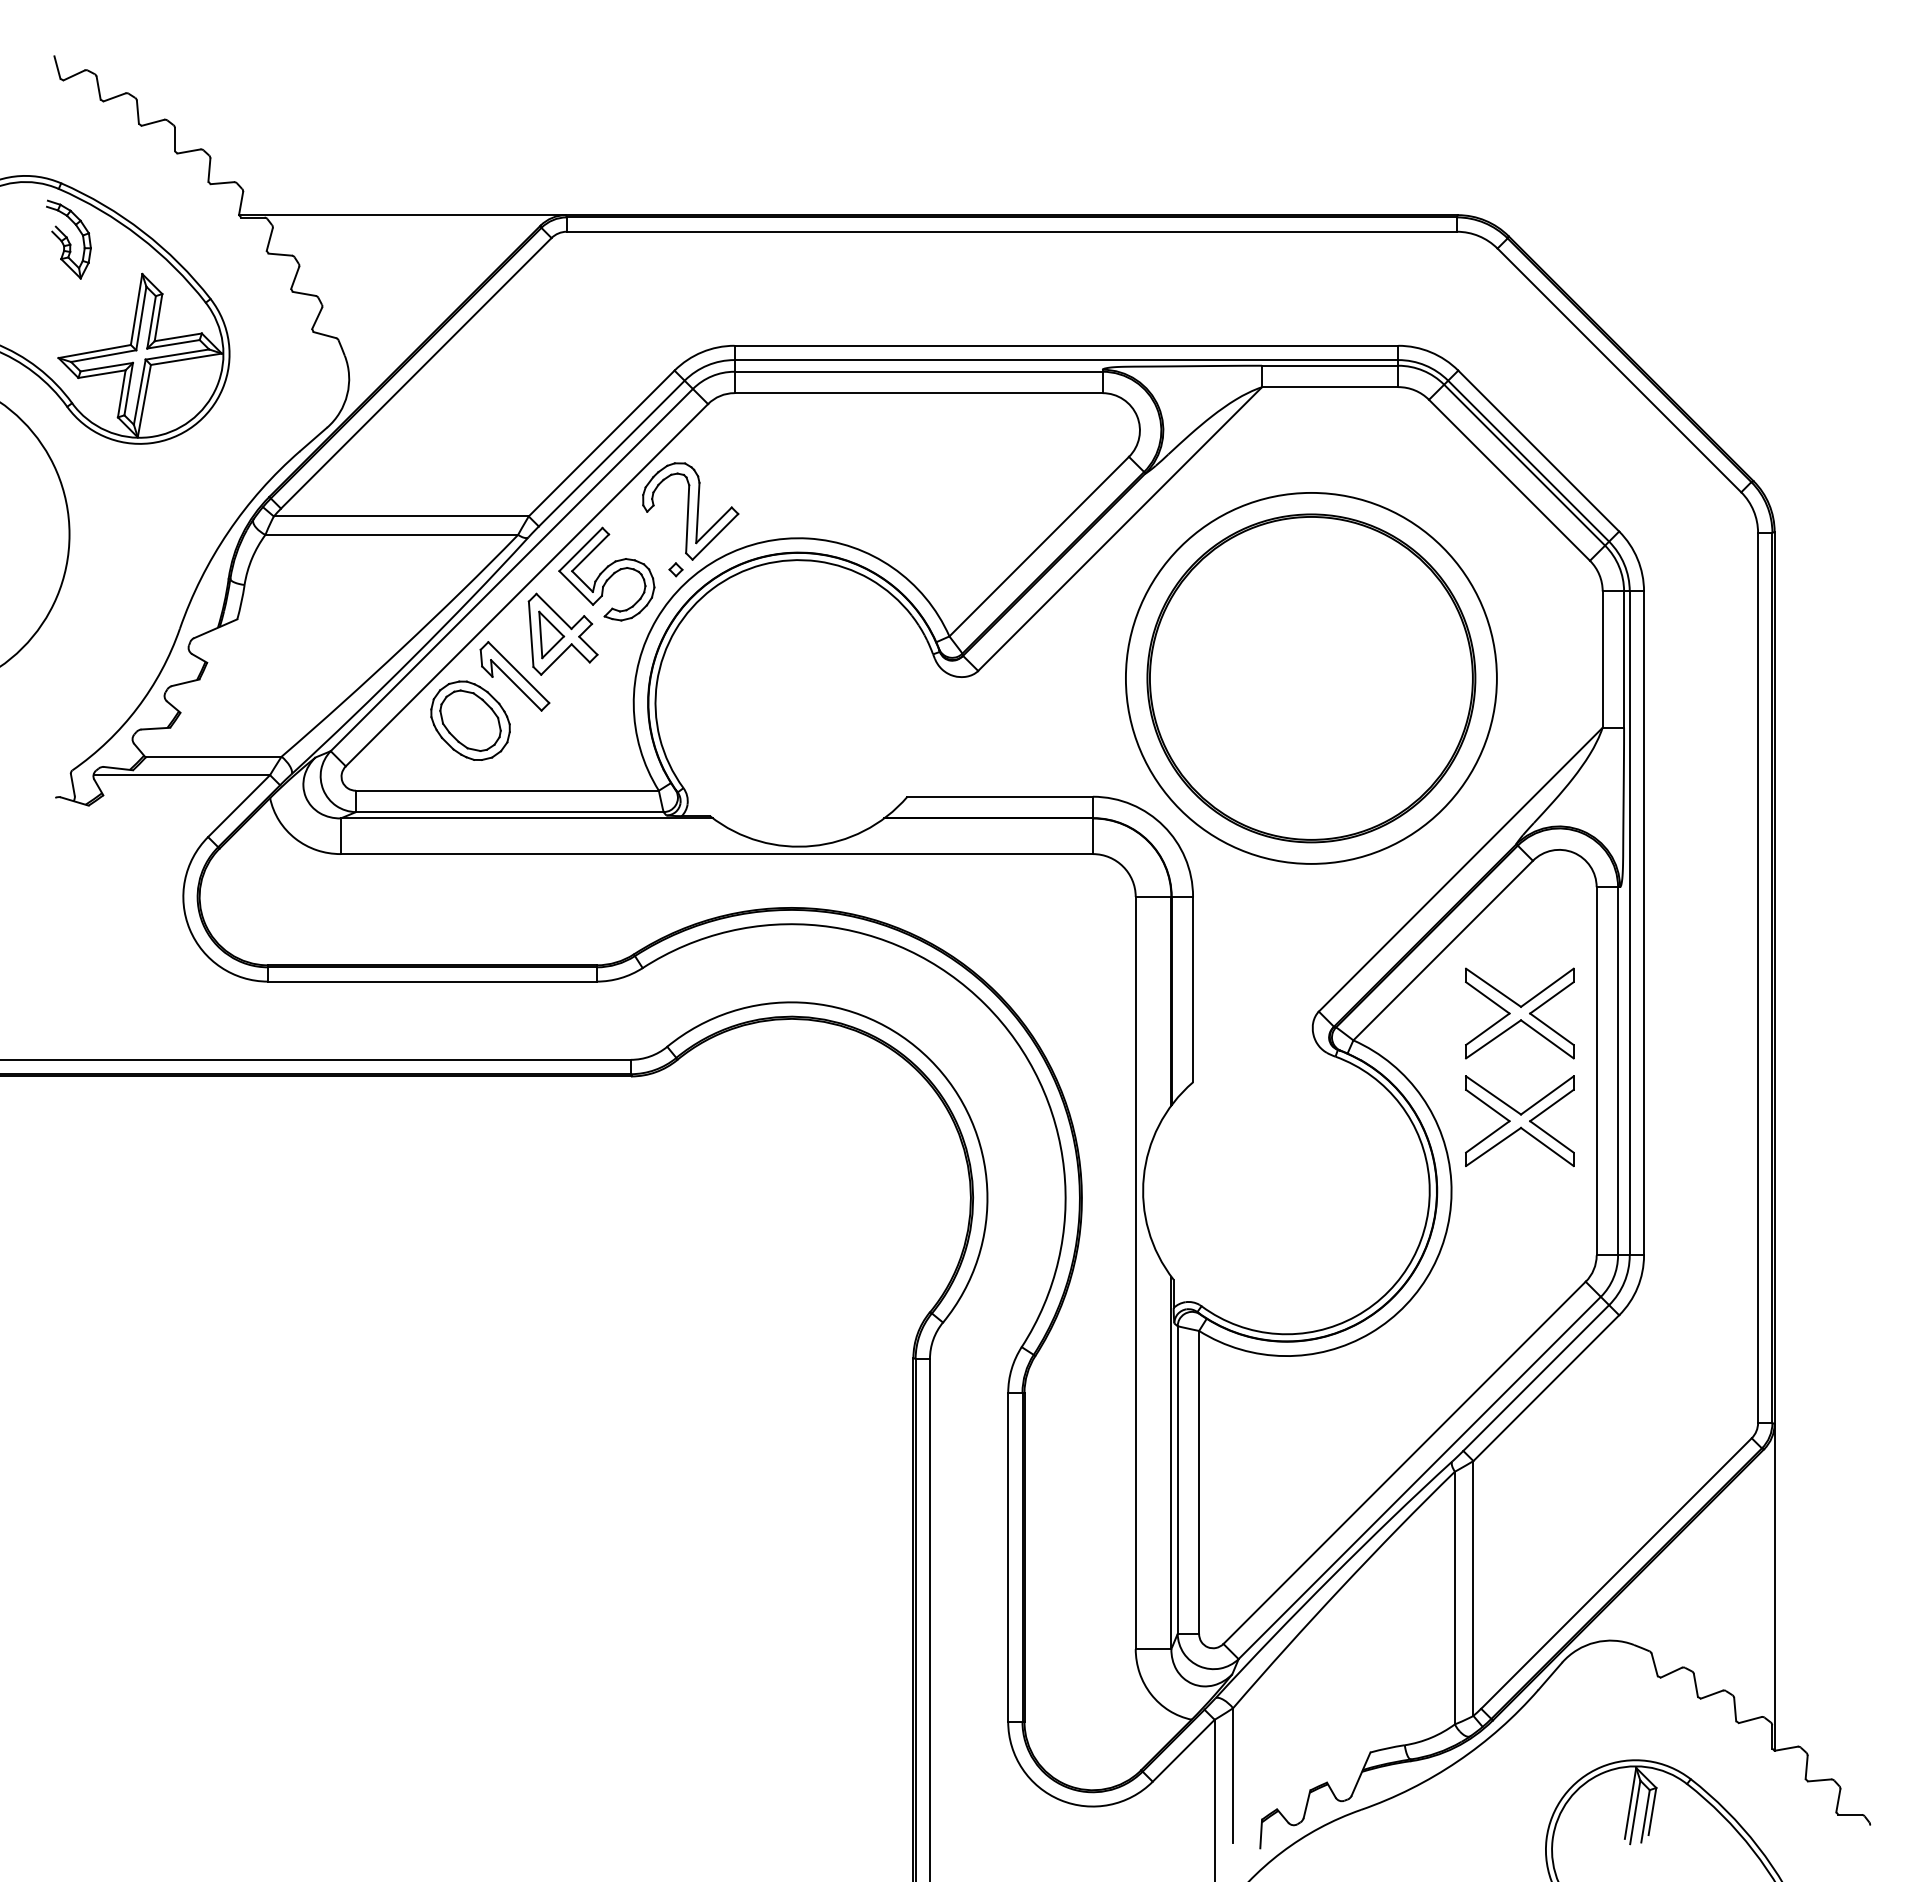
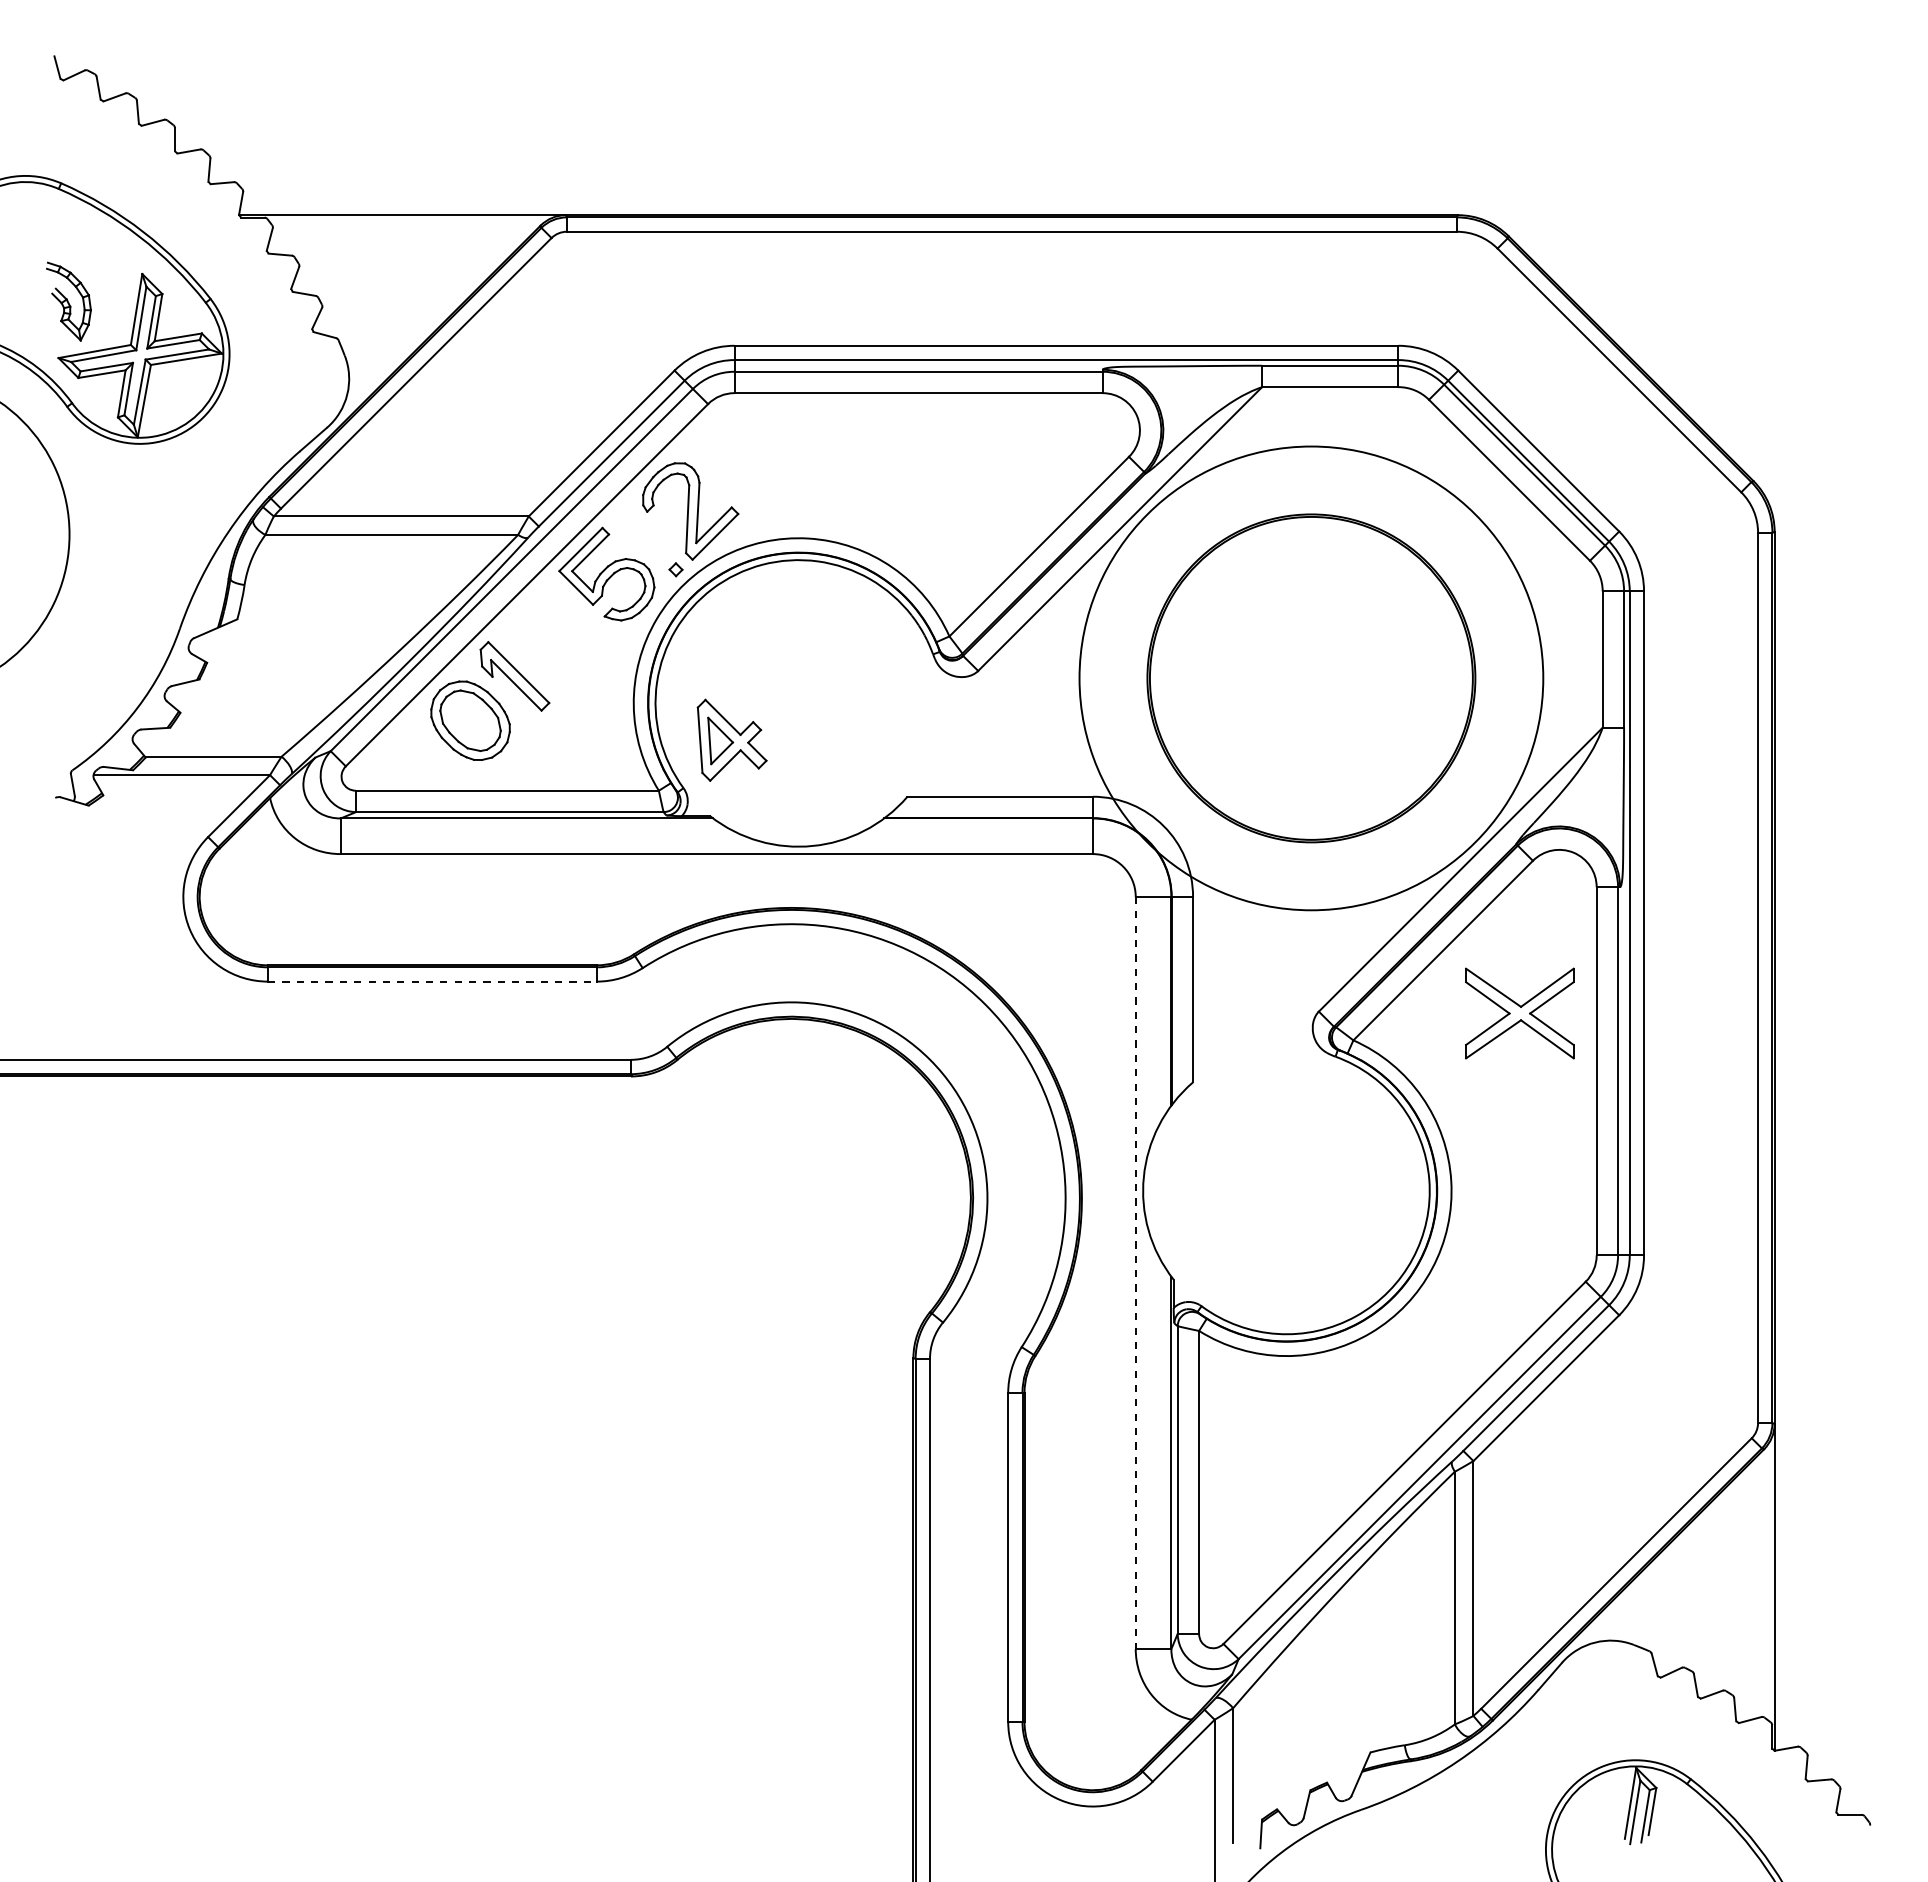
part at (68, 239) position: (68, 239) -> (68, 301)
part at (562, 633) position: (562, 633) -> (731, 739)
circle at (1310, 677) diameter: 371 px -> 464 px
line at (432, 981): solid -> dashed
part at (1519, 1121): present -> none
line at (1135, 1273): solid -> dashed
